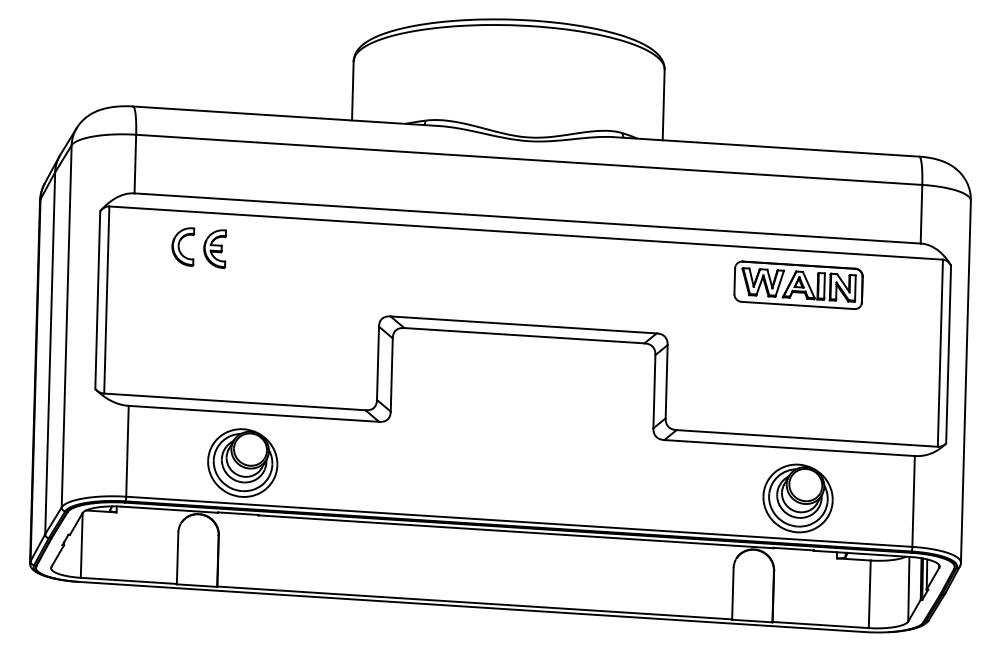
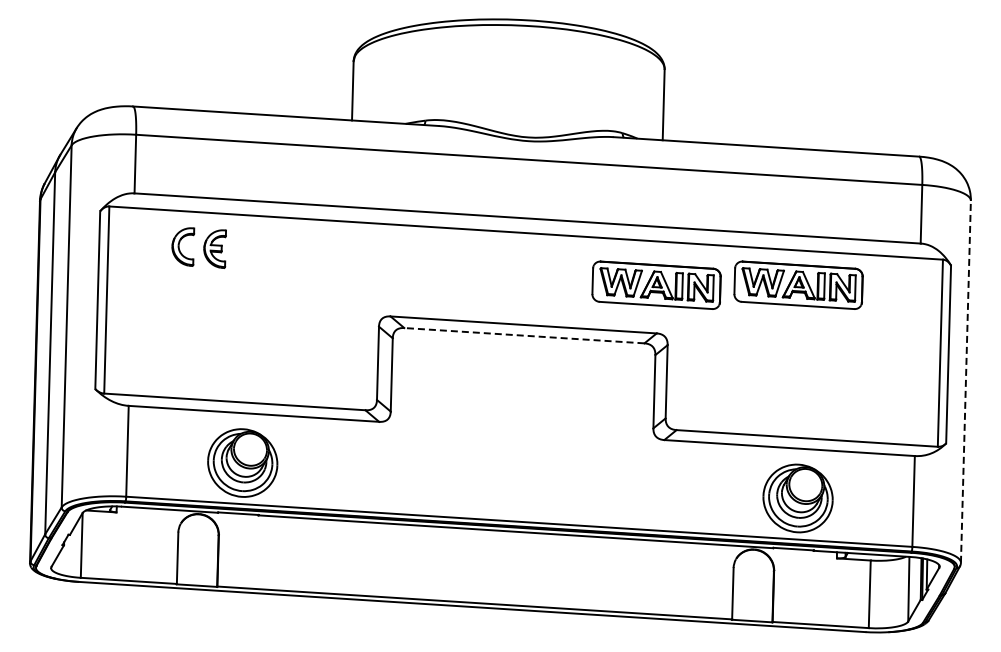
part at (656, 284): none -> present
line at (523, 335): solid -> dashed
line at (965, 381): solid -> dashed
